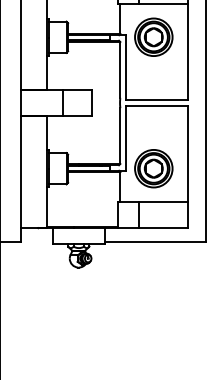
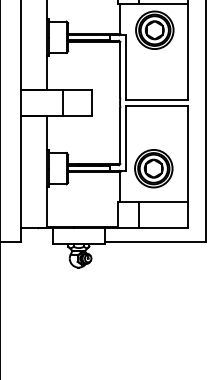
part at (153, 36) position: (153, 36) -> (154, 29)
